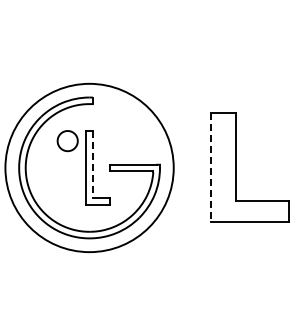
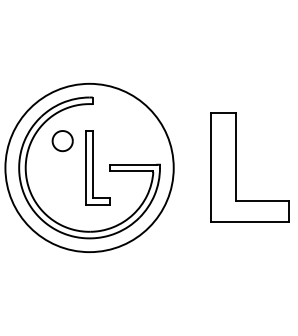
part at (67, 141) position: (67, 141) -> (62, 141)
line at (92, 164): dashed -> solid
line at (211, 168): dashed -> solid
